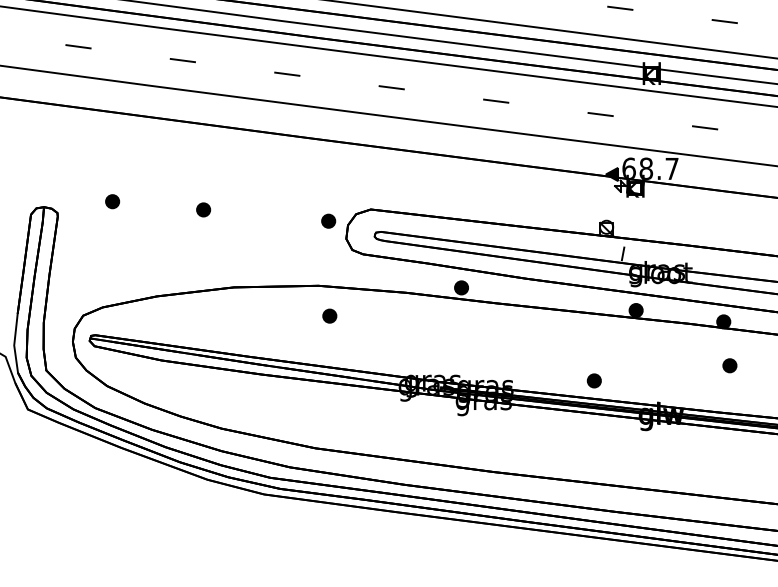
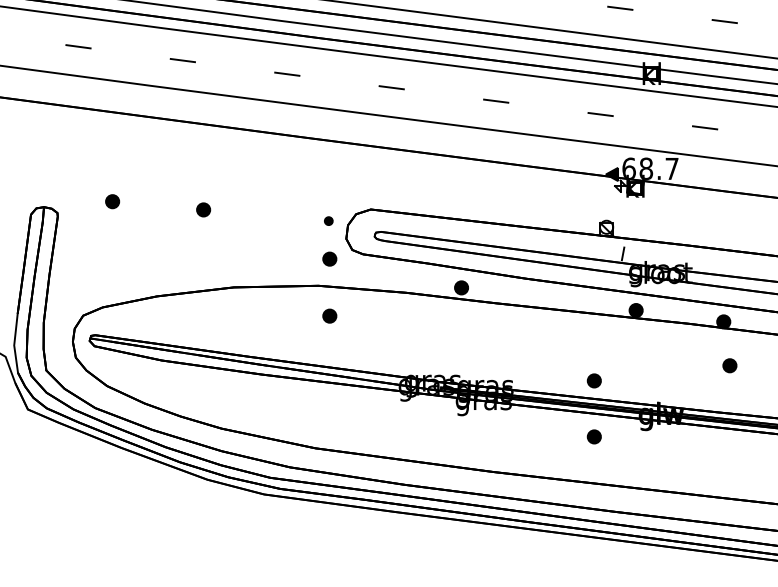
part at (328, 220) size: 16x16 px -> 10x10 px
part at (329, 258): none -> present
part at (593, 436): none -> present
